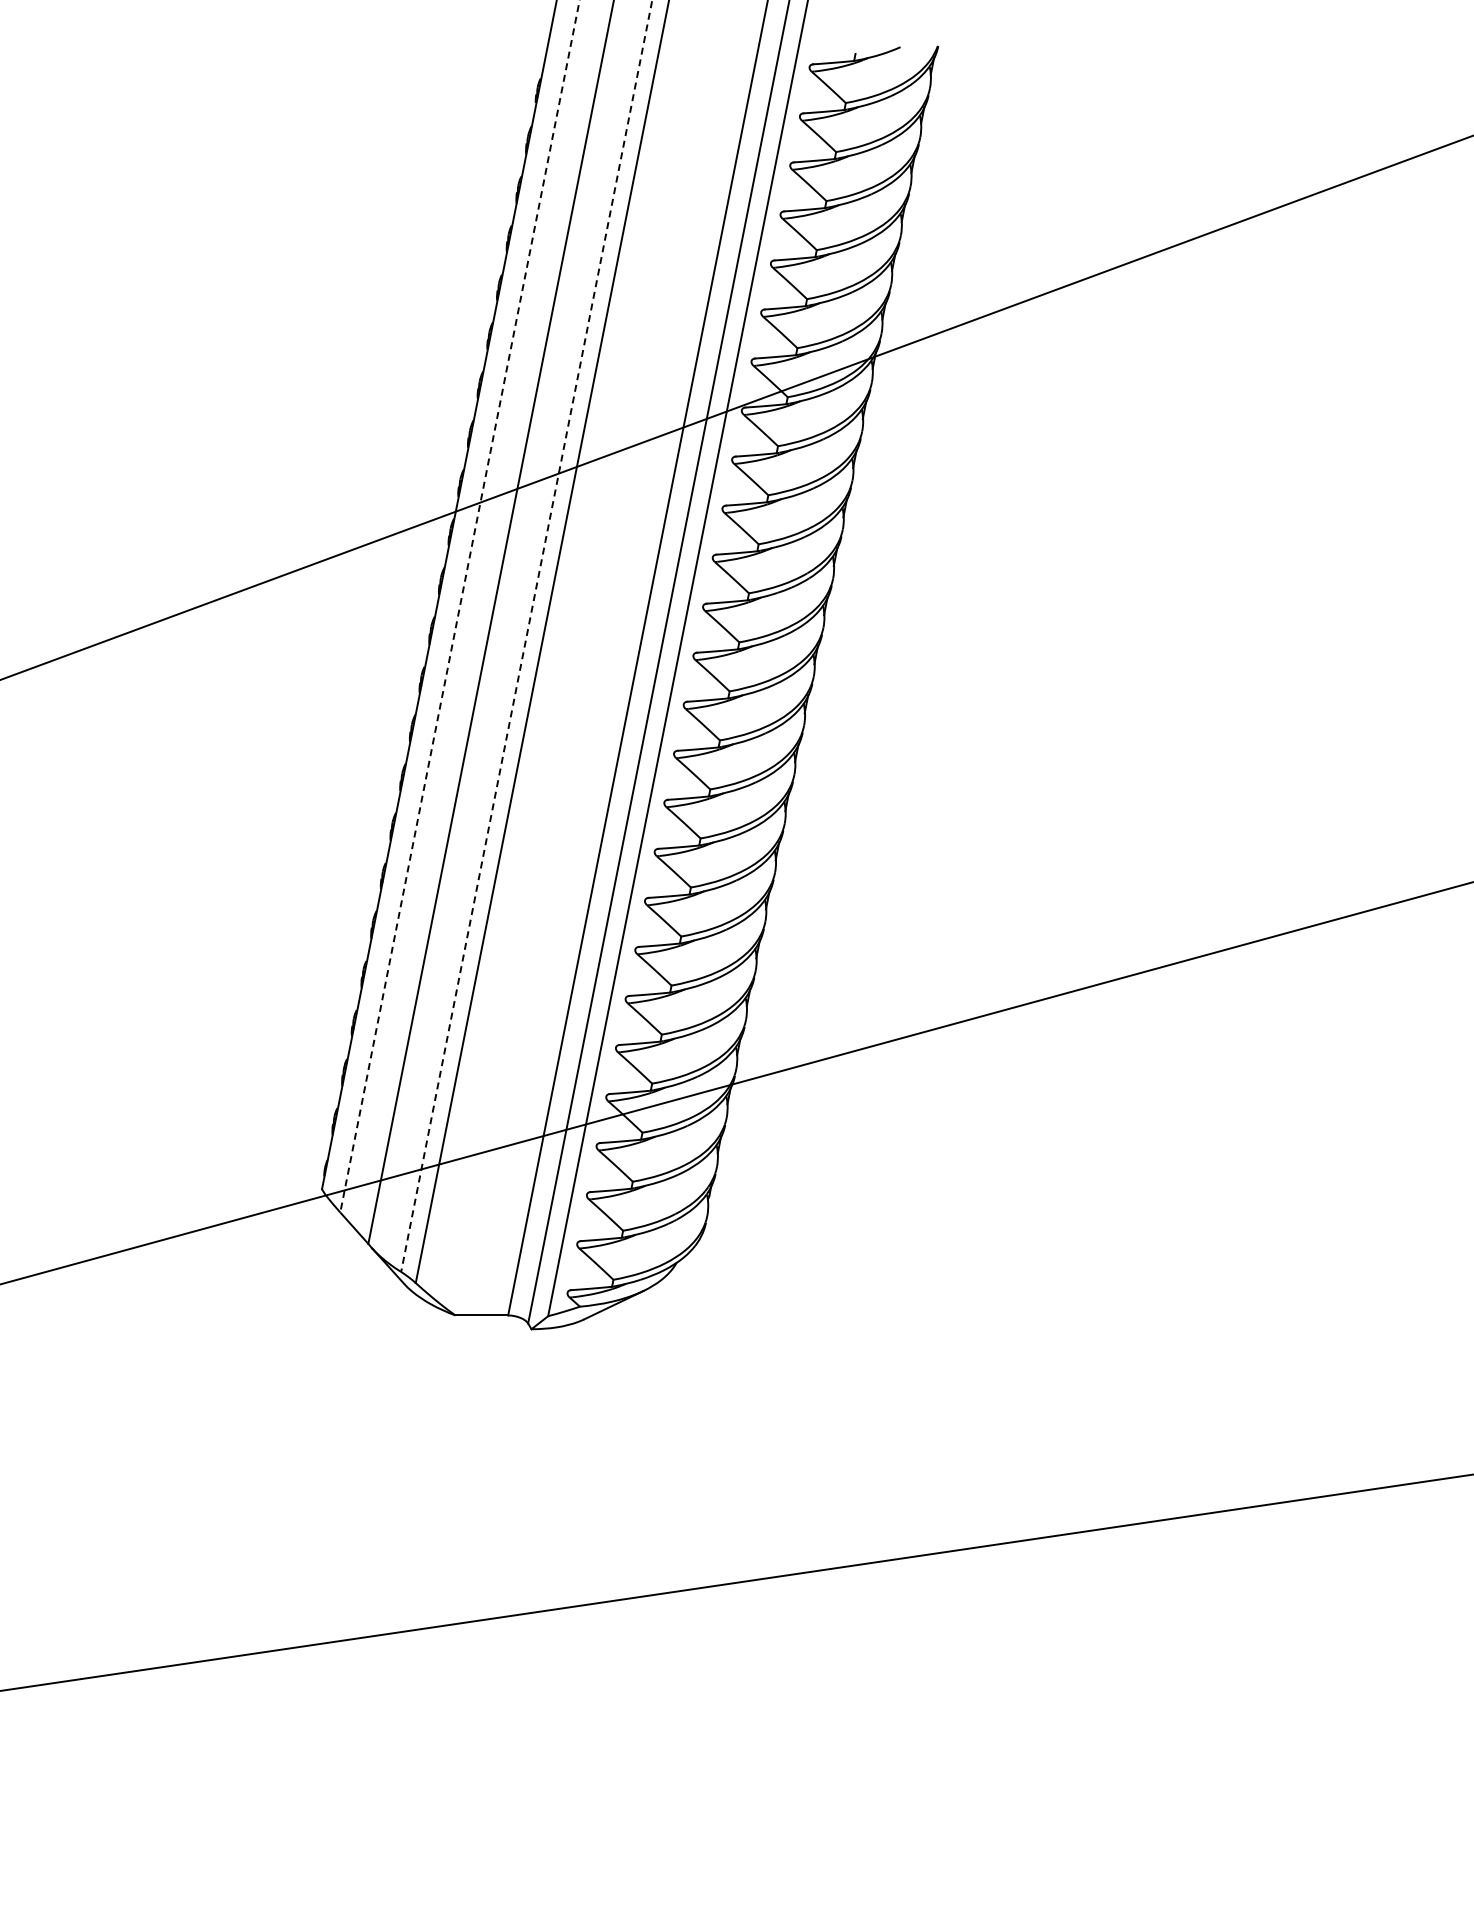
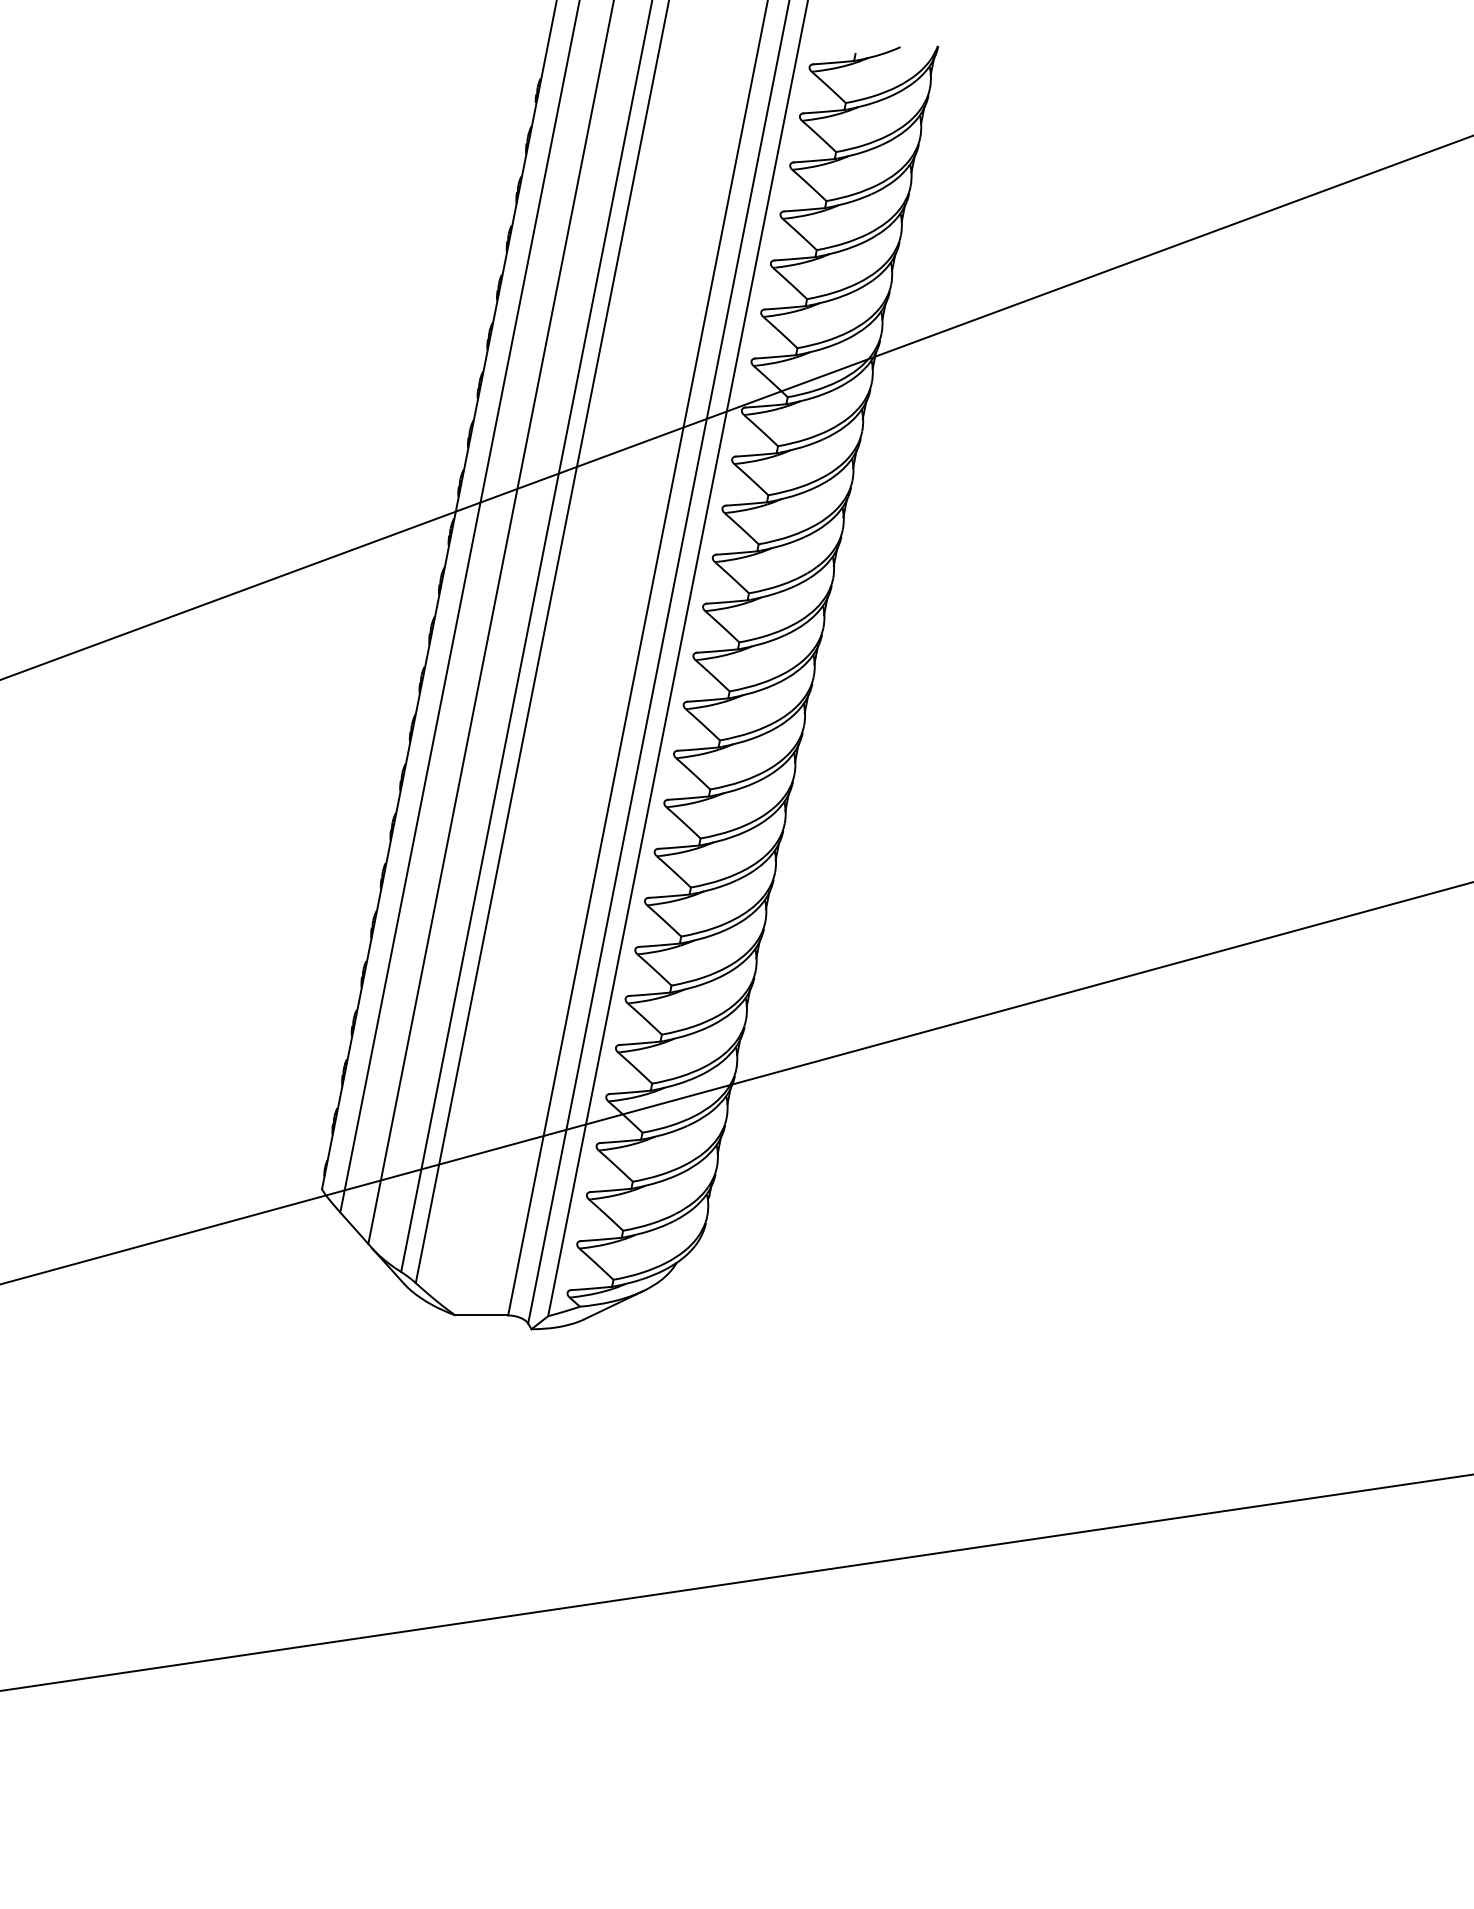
line at (460, 606): dashed -> solid
line at (526, 636): dashed -> solid
